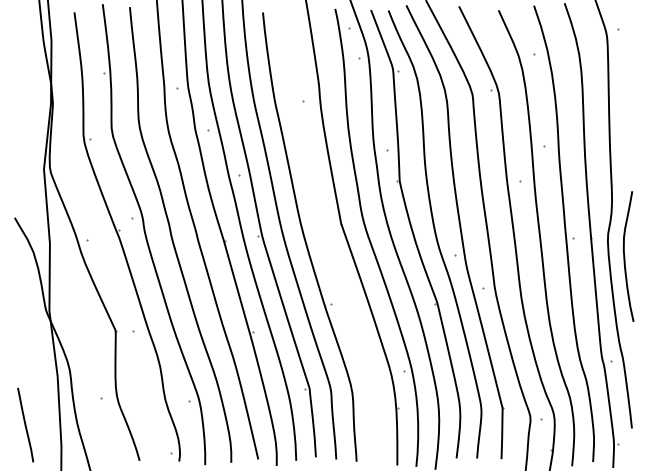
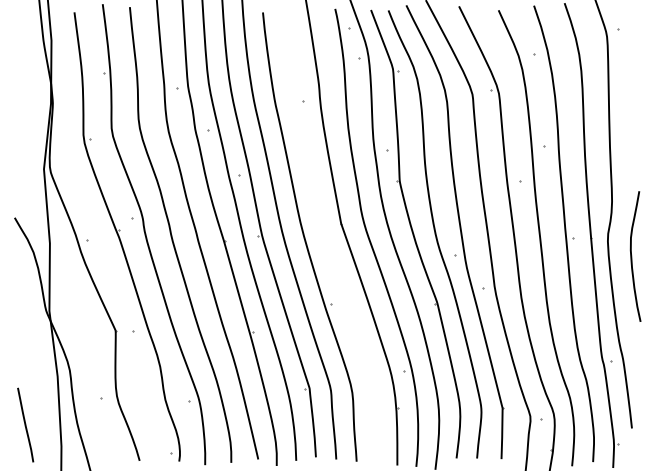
curve at (625, 256) position: (625, 256) -> (632, 256)
